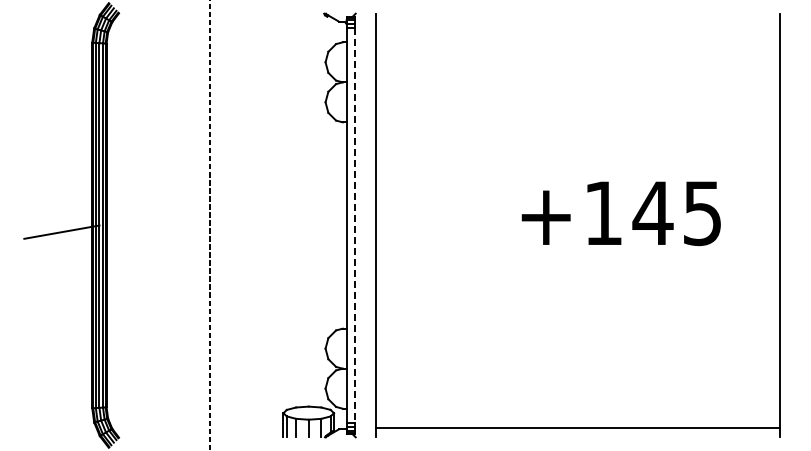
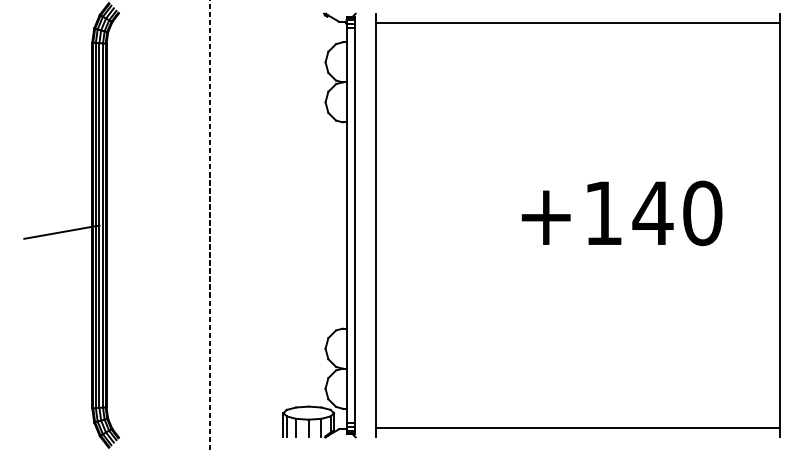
line at (578, 23): none -> present
text at (702, 213): +145 -> +140
line at (355, 225): dashed -> solid
